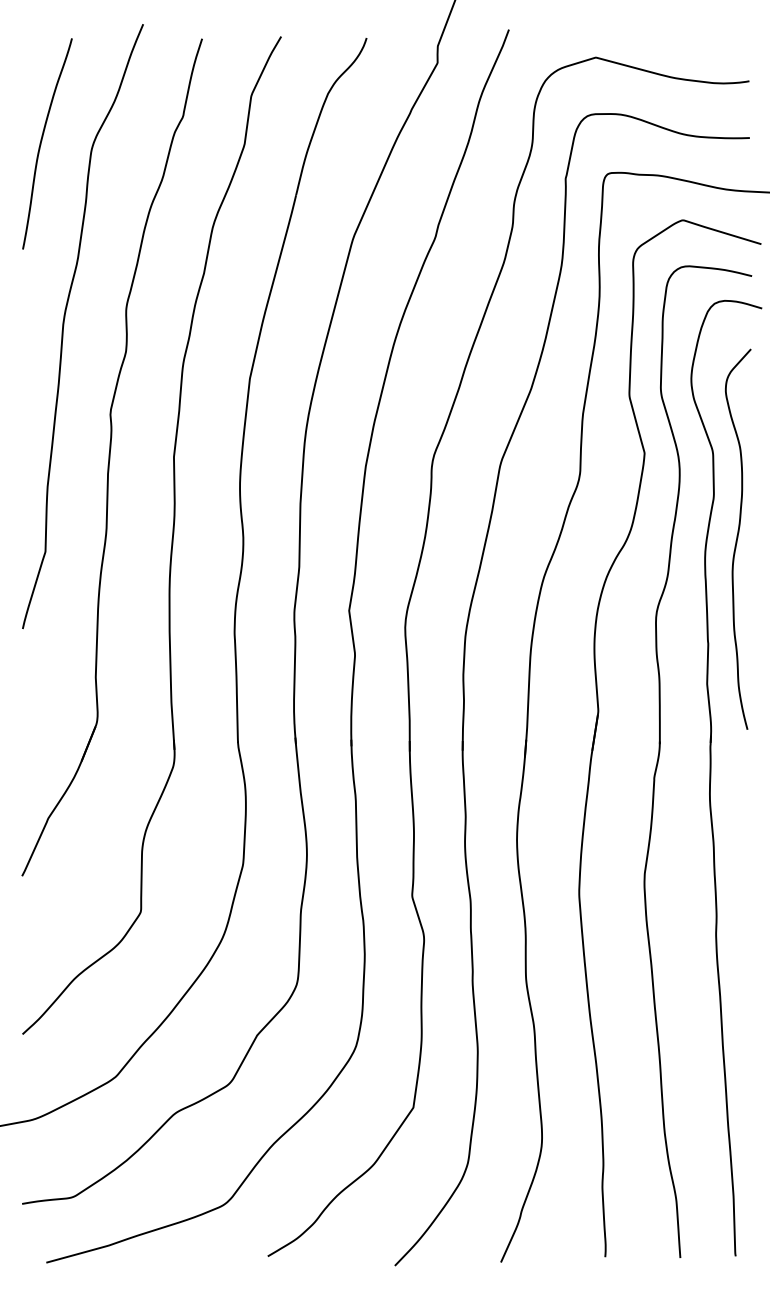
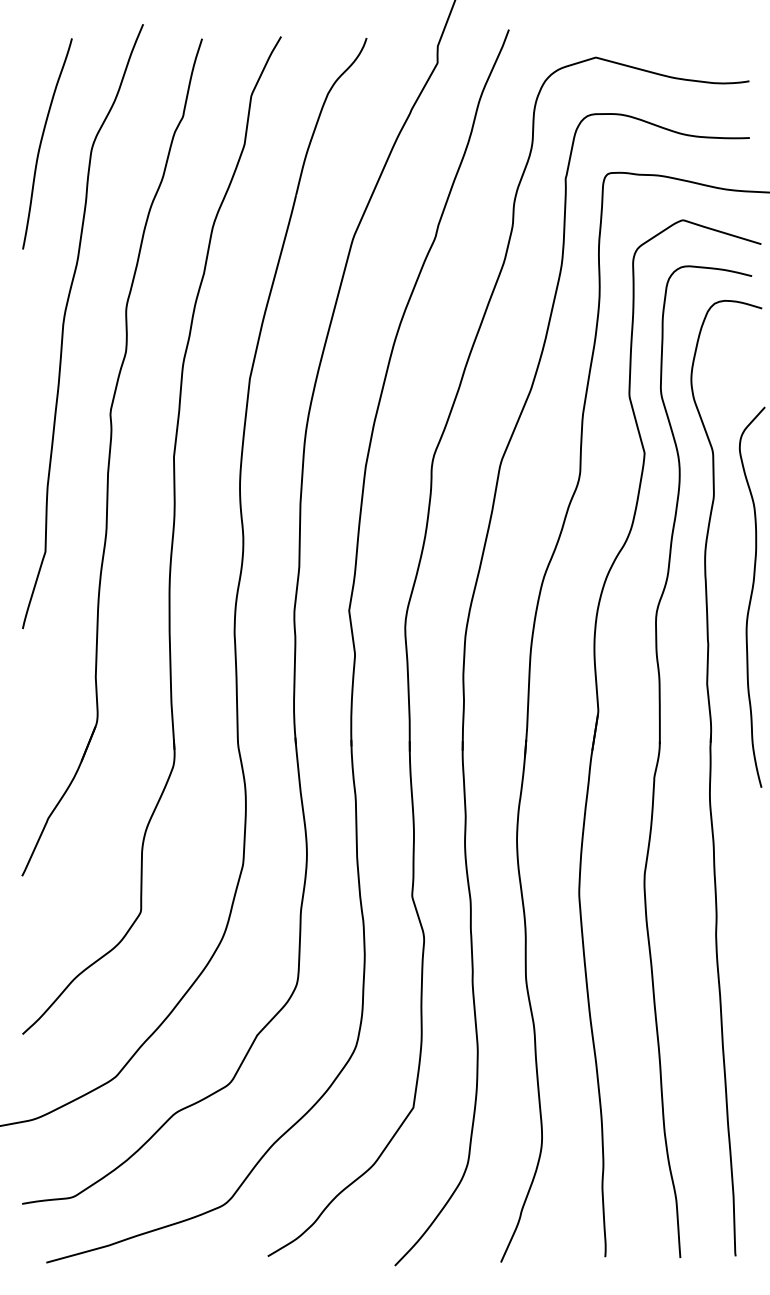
curve at (738, 538) position: (738, 538) -> (752, 596)
